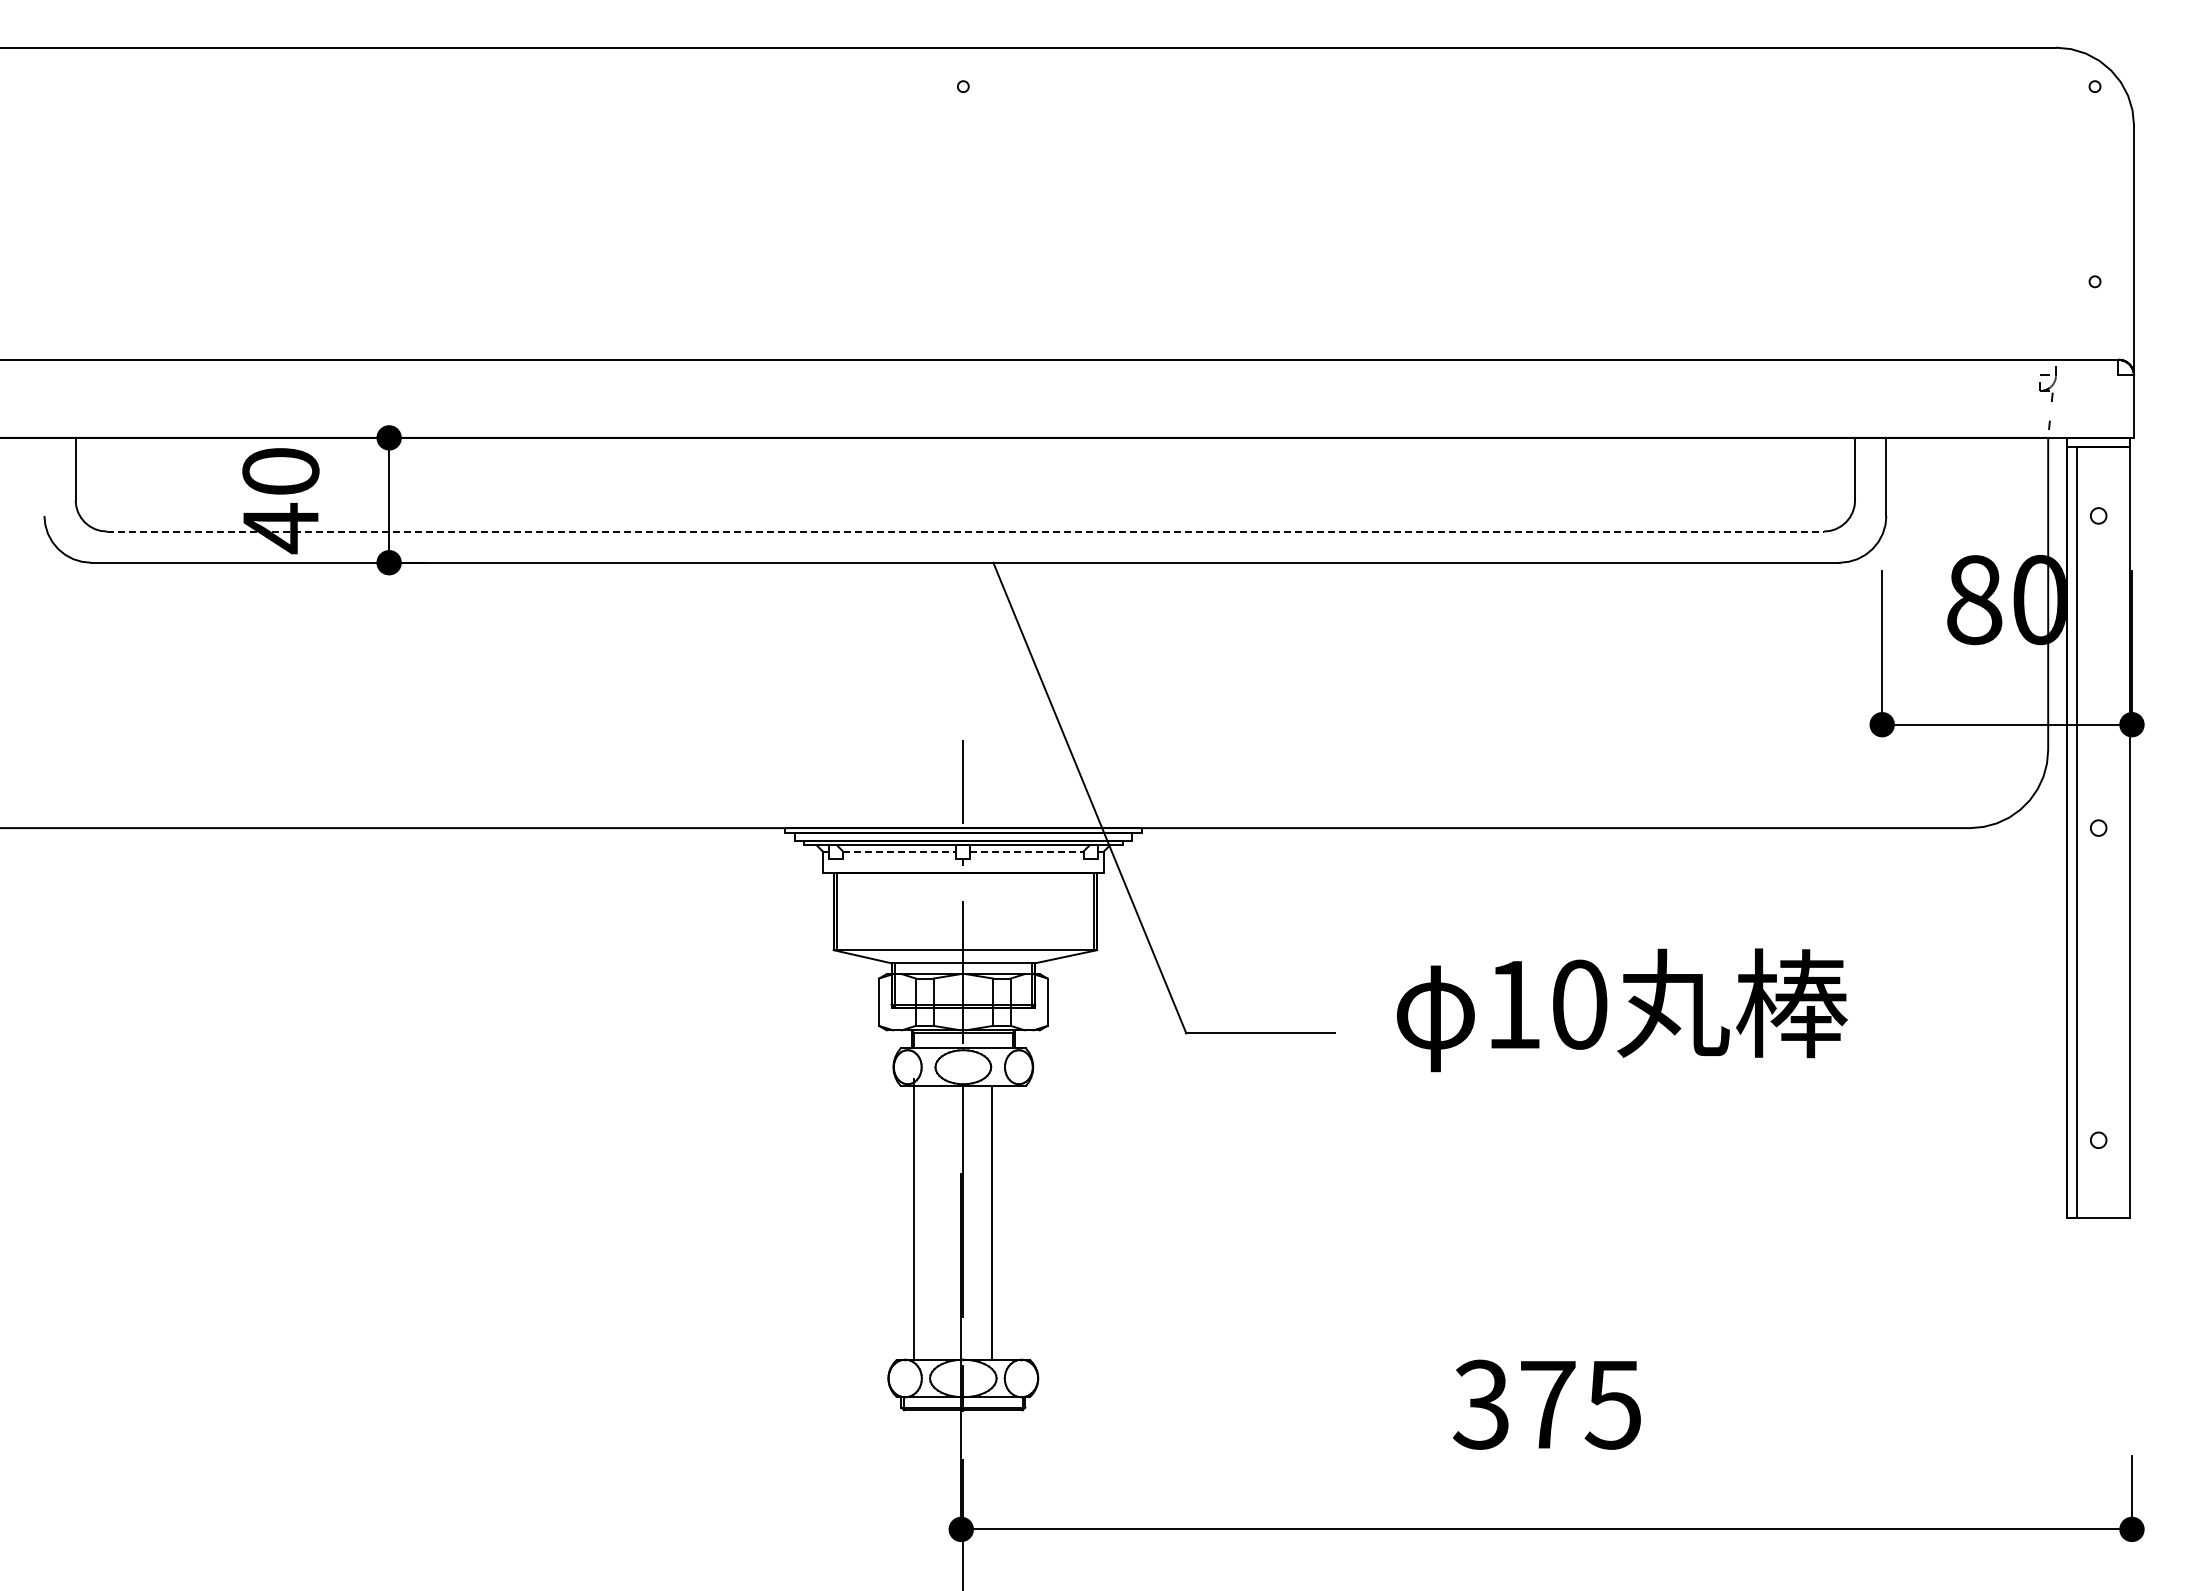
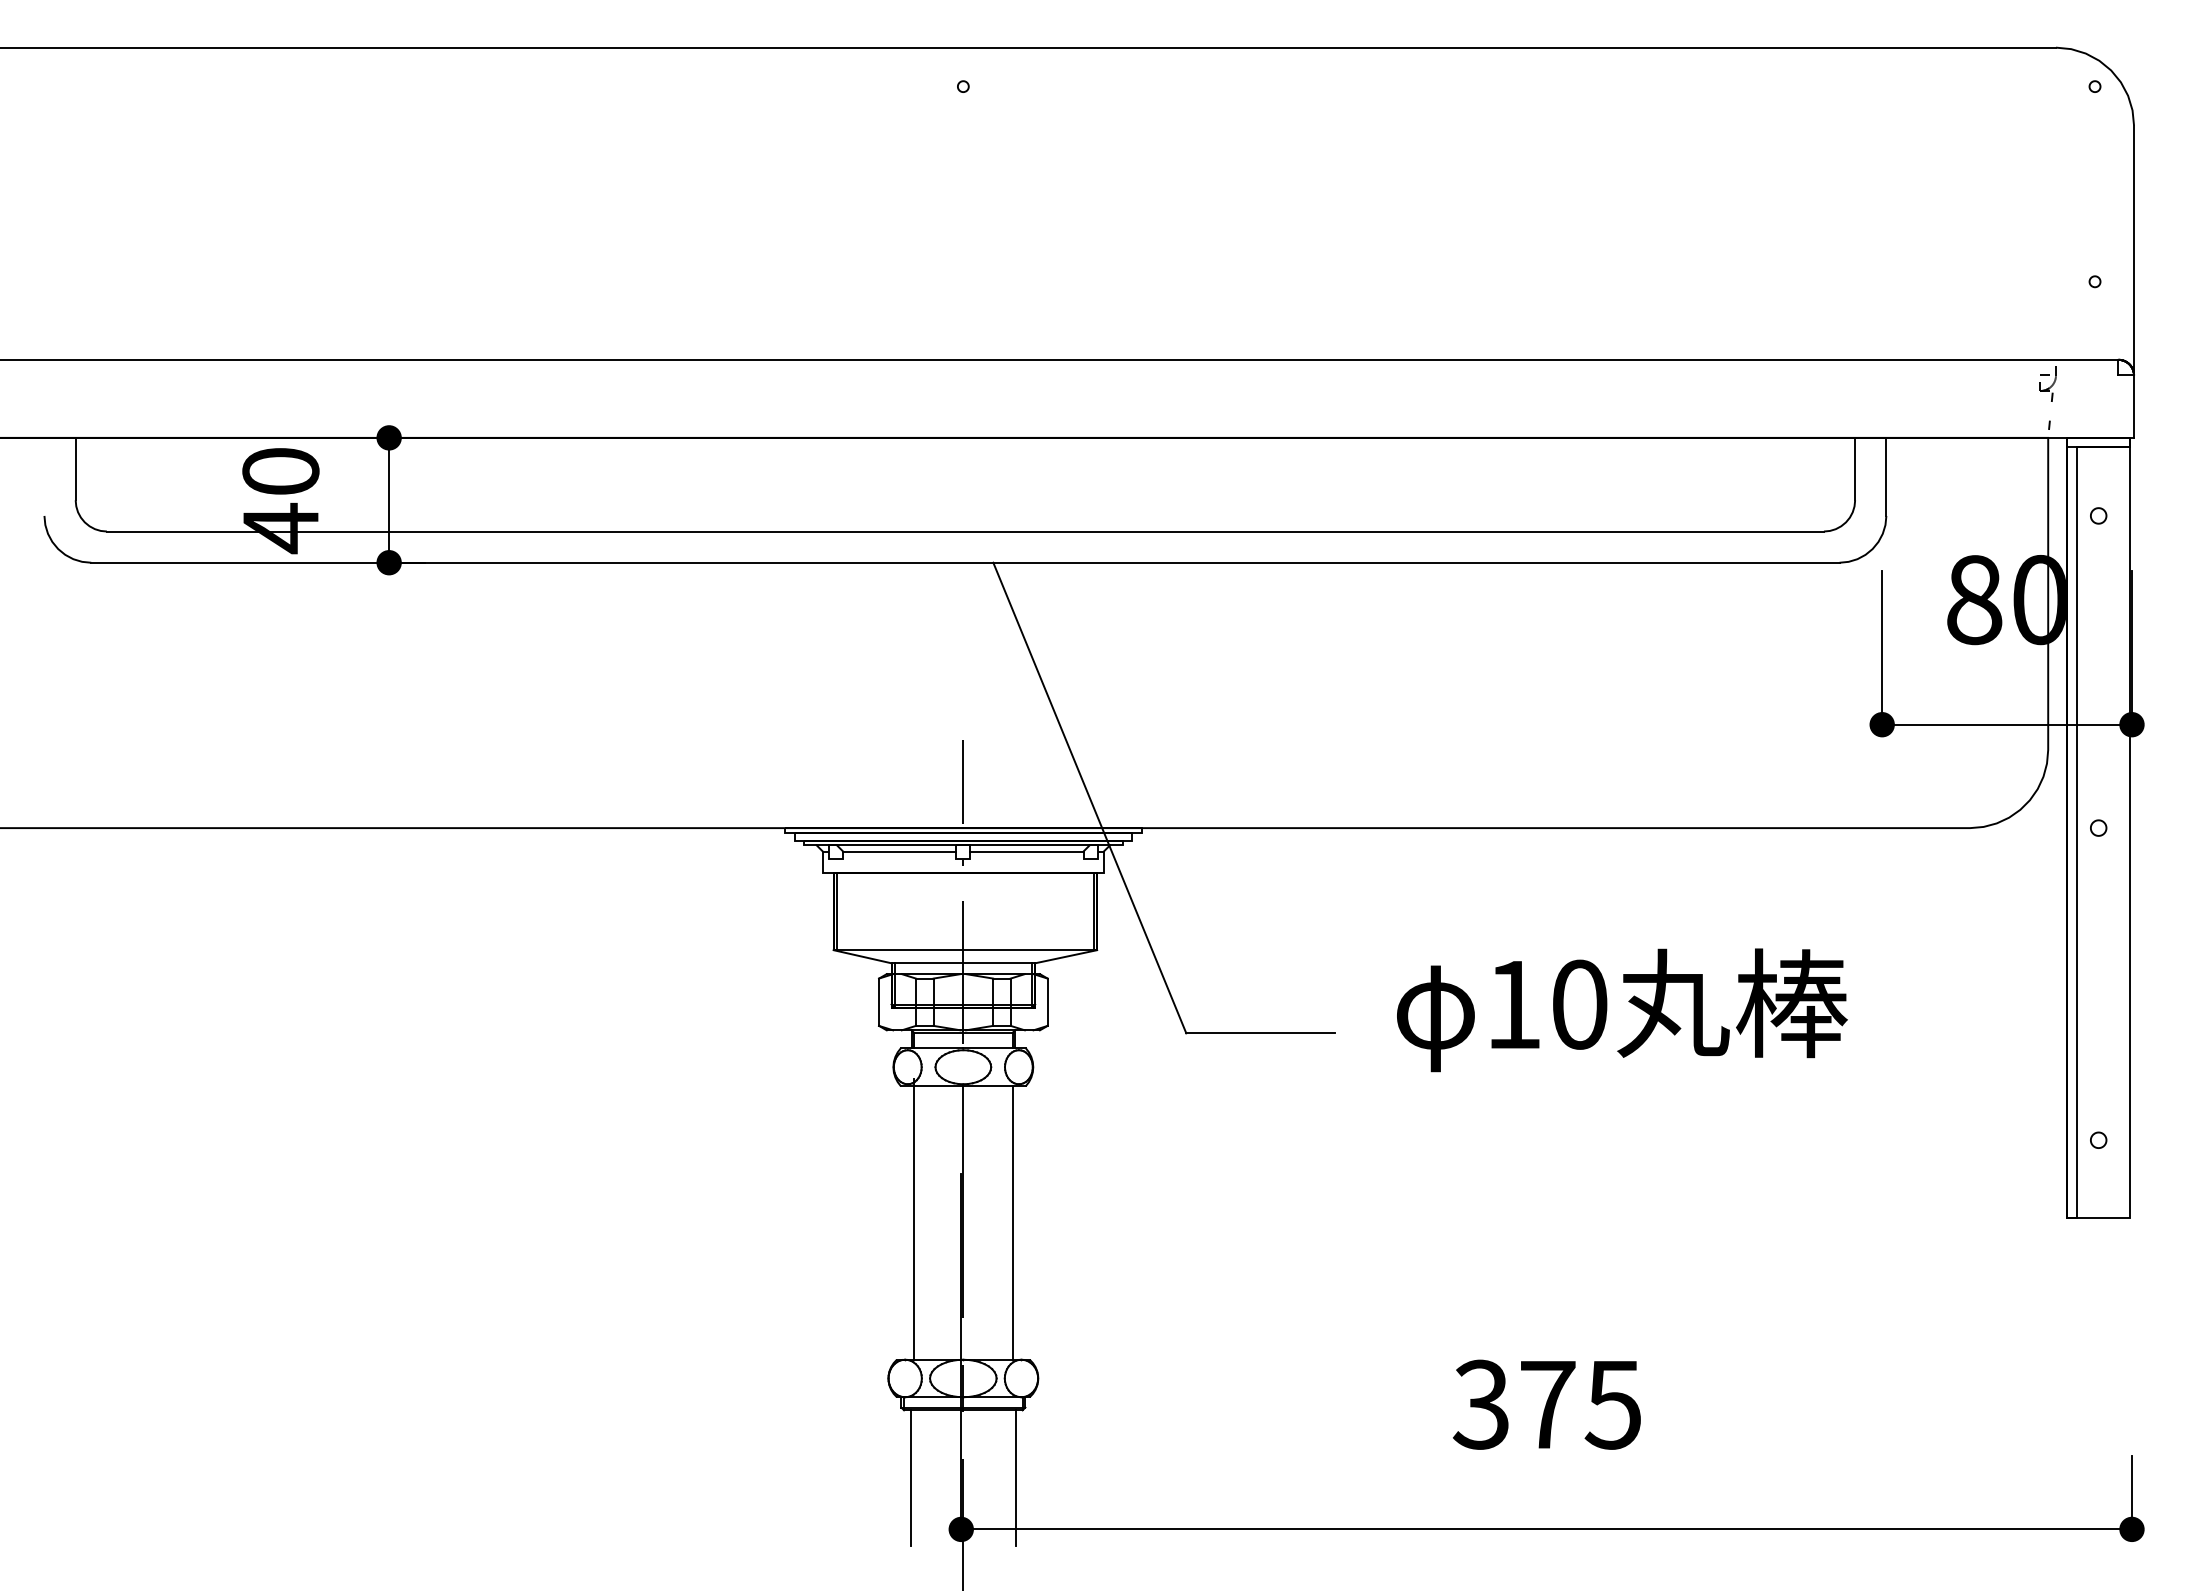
line at (965, 531): dashed -> solid
line at (899, 851): dashed -> solid
line at (1026, 851): dashed -> solid
line at (991, 1222) position: (991, 1222) -> (1012, 1222)
line at (910, 1477): none -> present
line at (1015, 1477): none -> present
